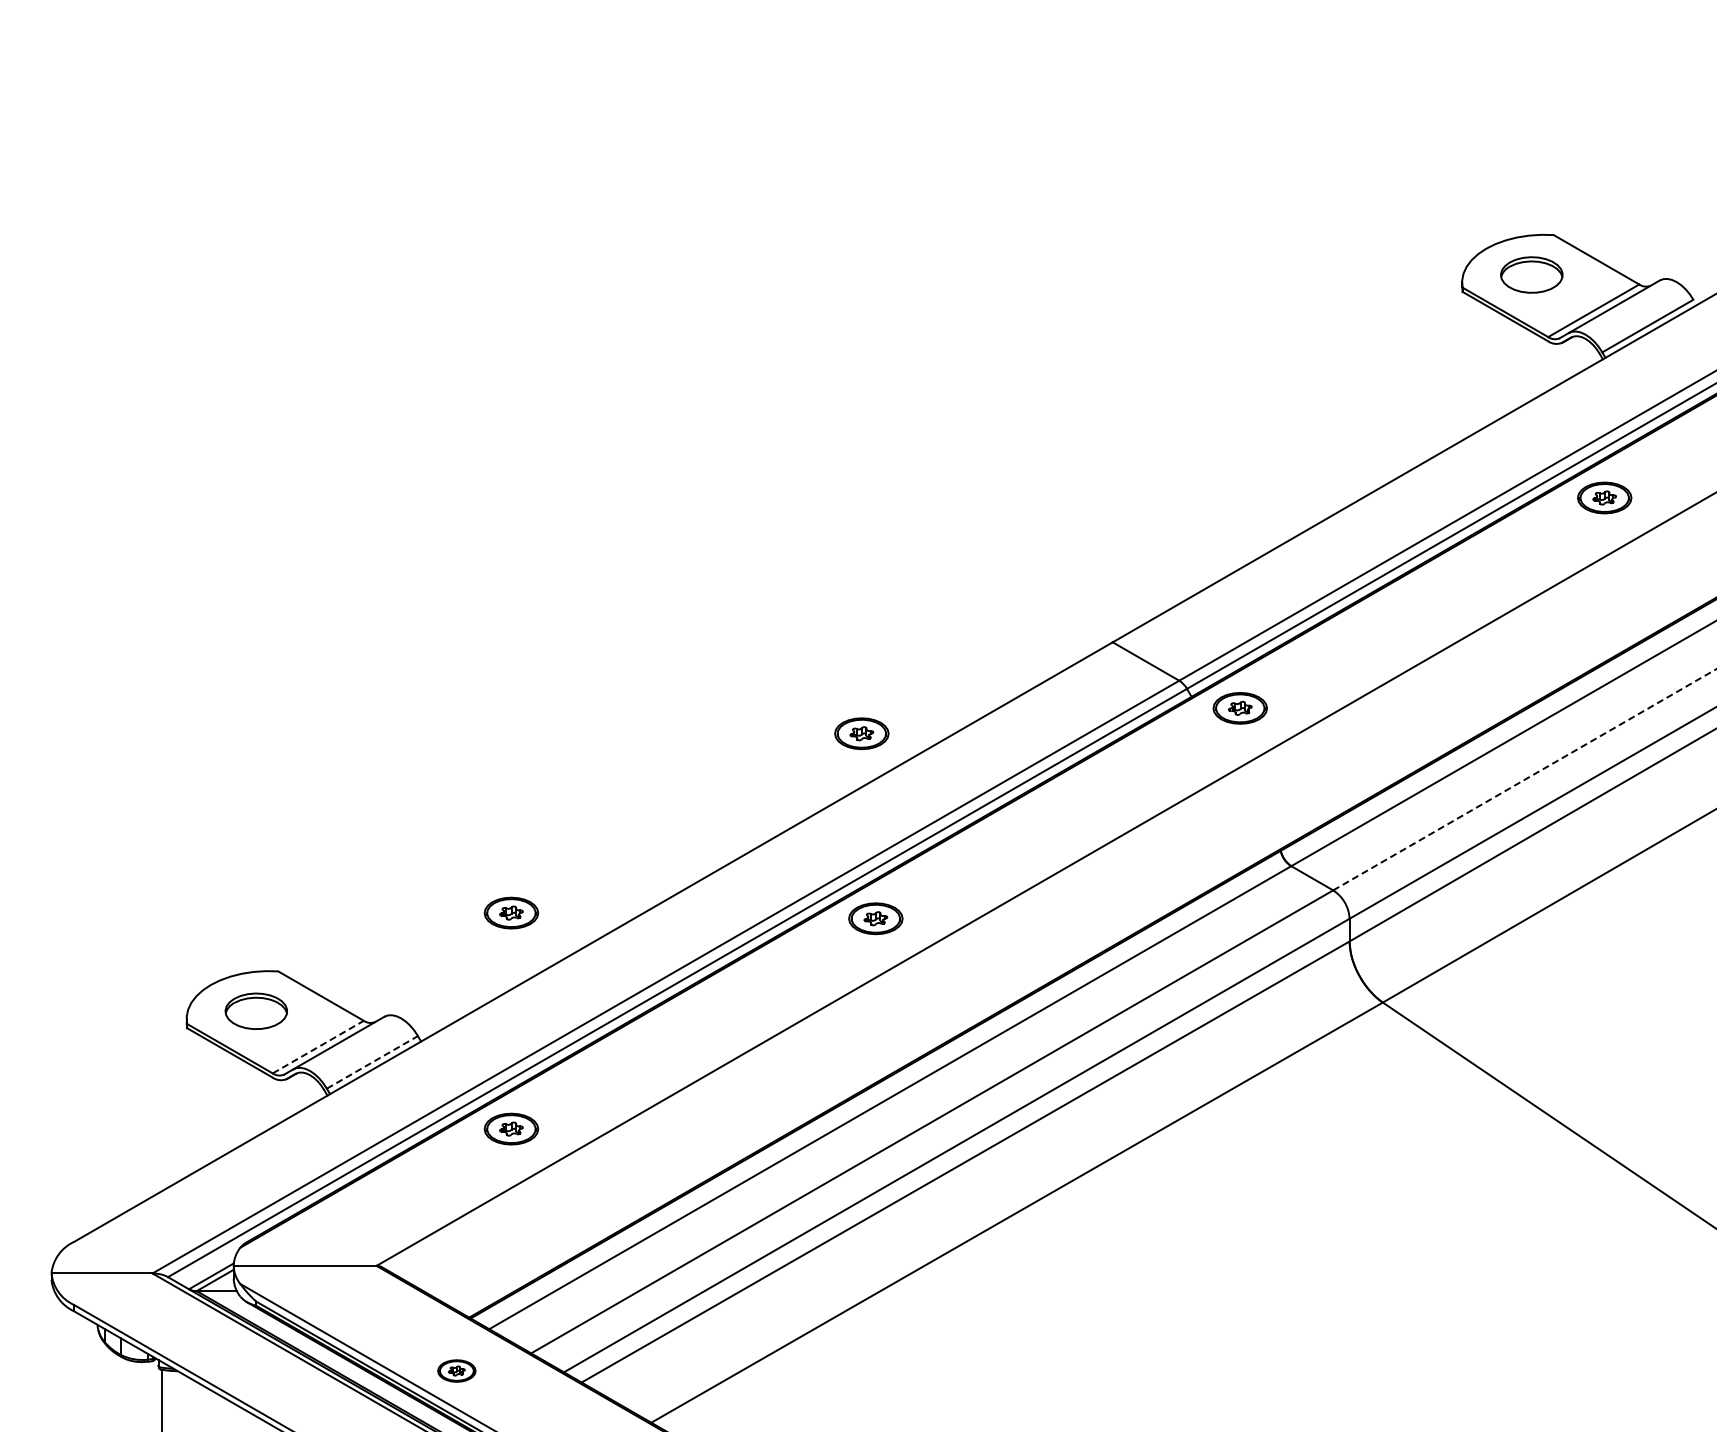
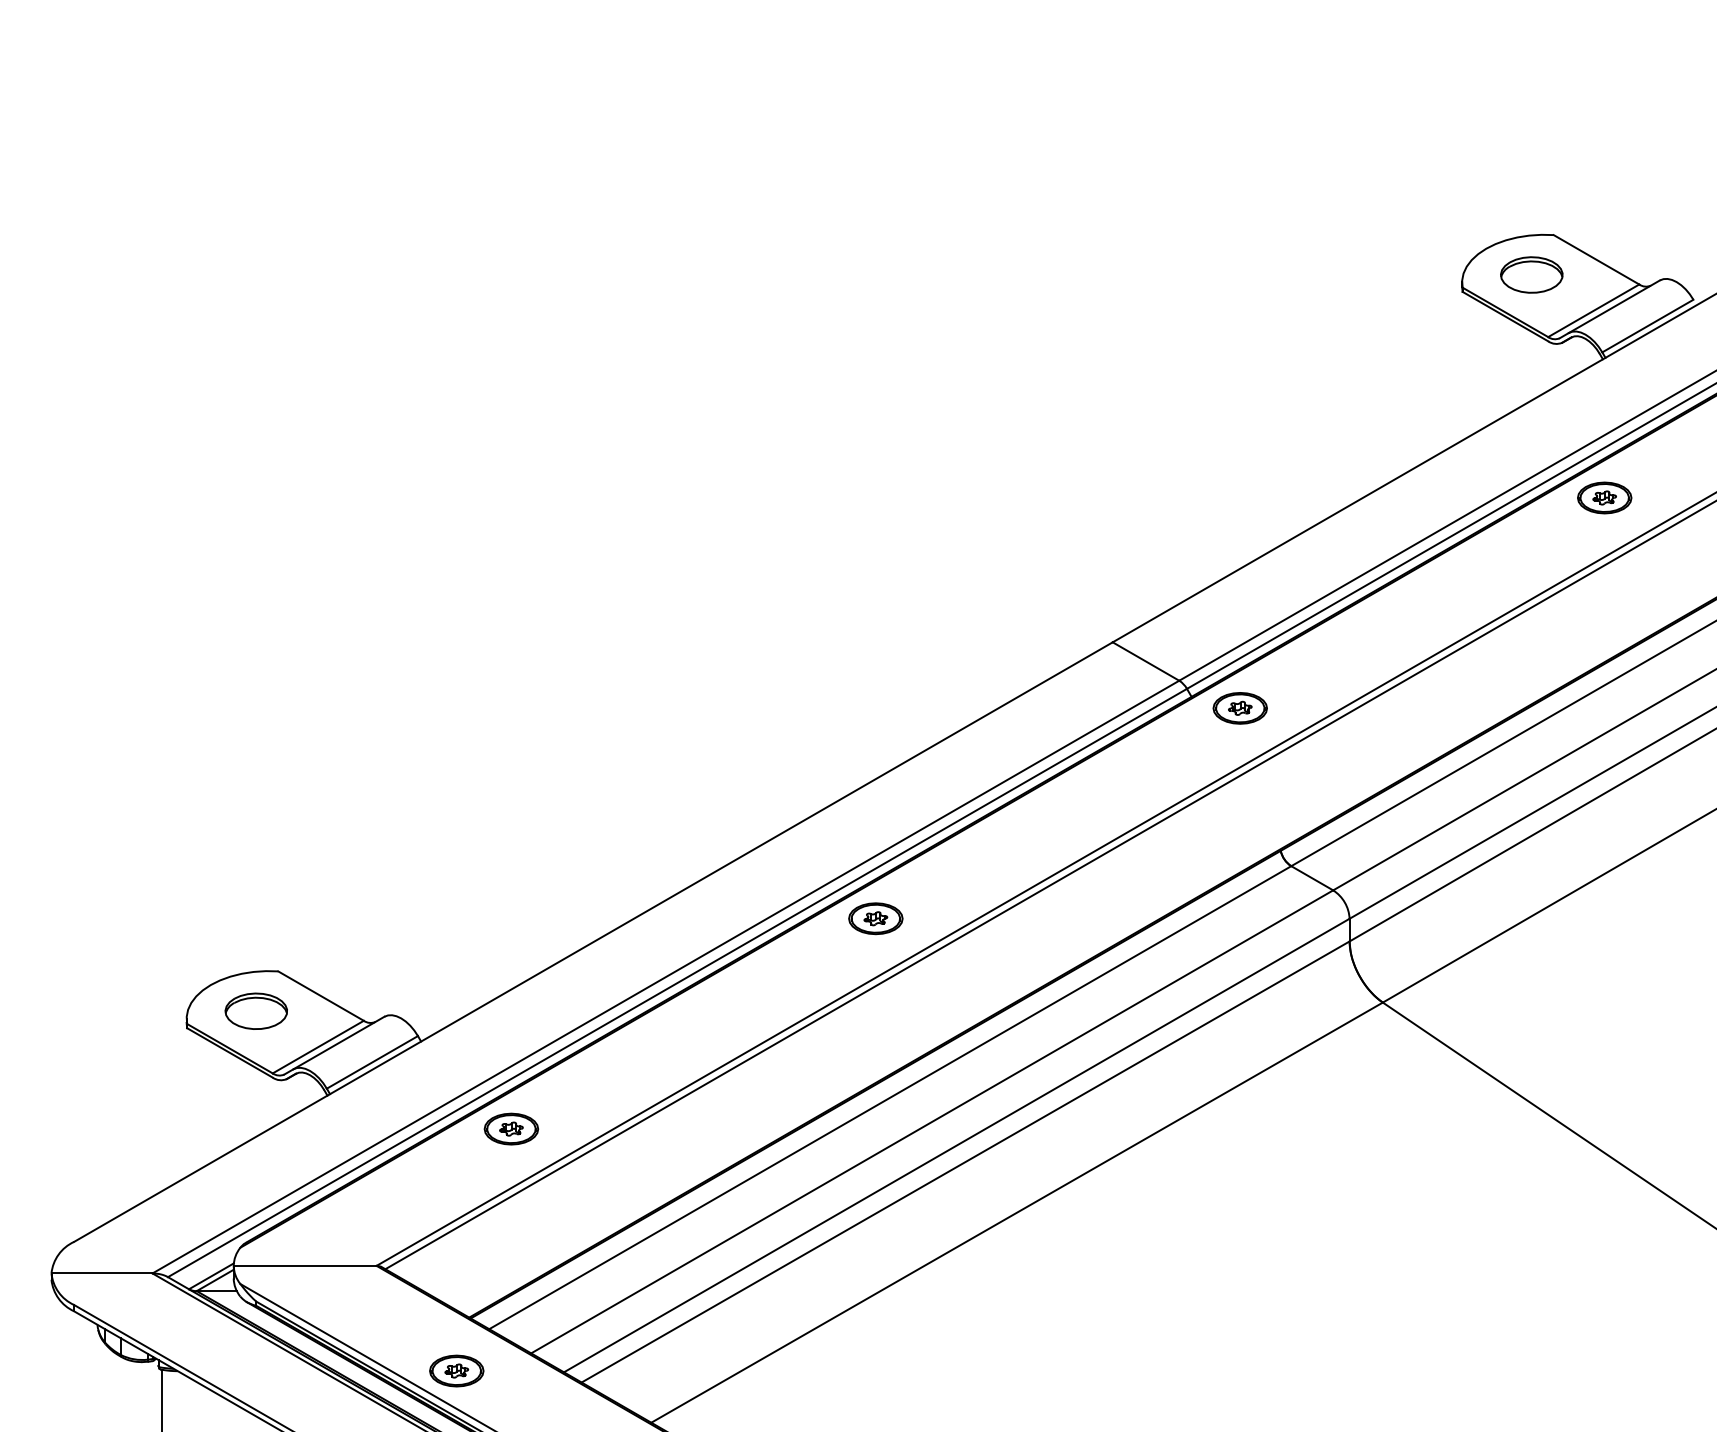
part at (861, 733): present -> none
line at (1525, 779): dashed -> solid
line at (1049, 885): none -> present
part at (511, 912): present -> none
line at (318, 1047): dashed -> solid
line at (372, 1062): dashed -> solid
part at (456, 1370) size: 40x24 px -> 56x34 px
